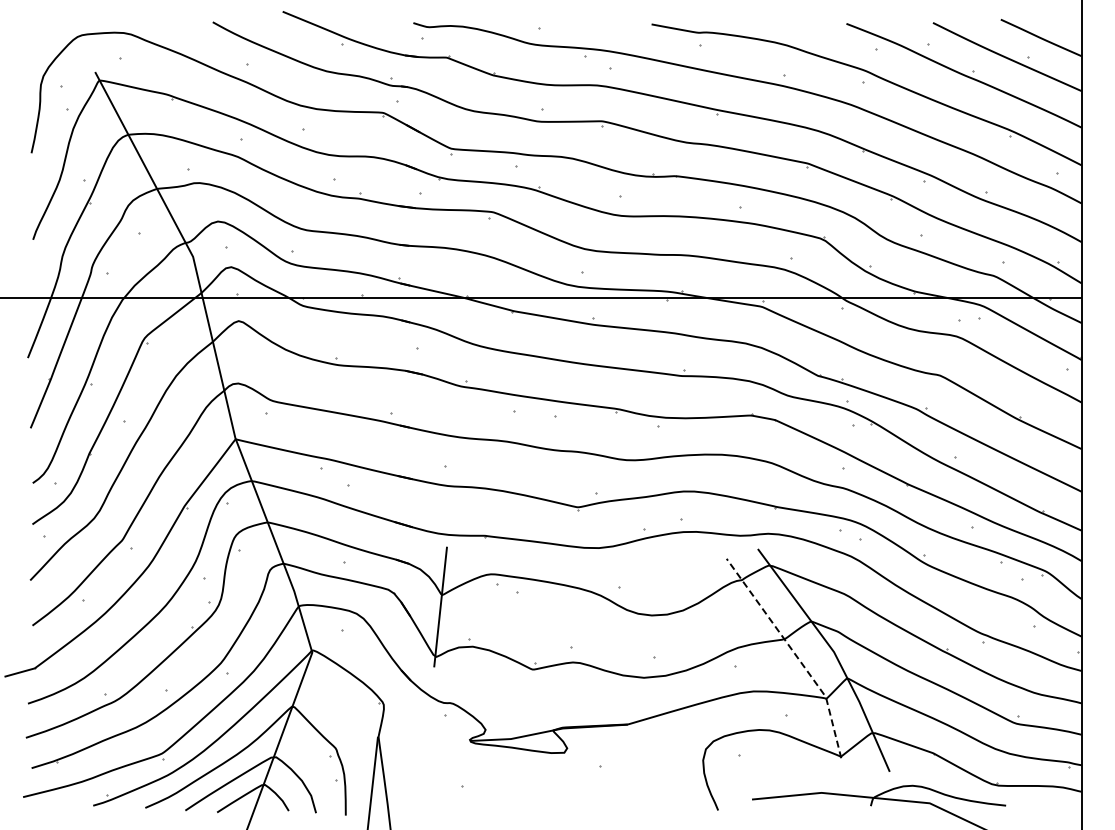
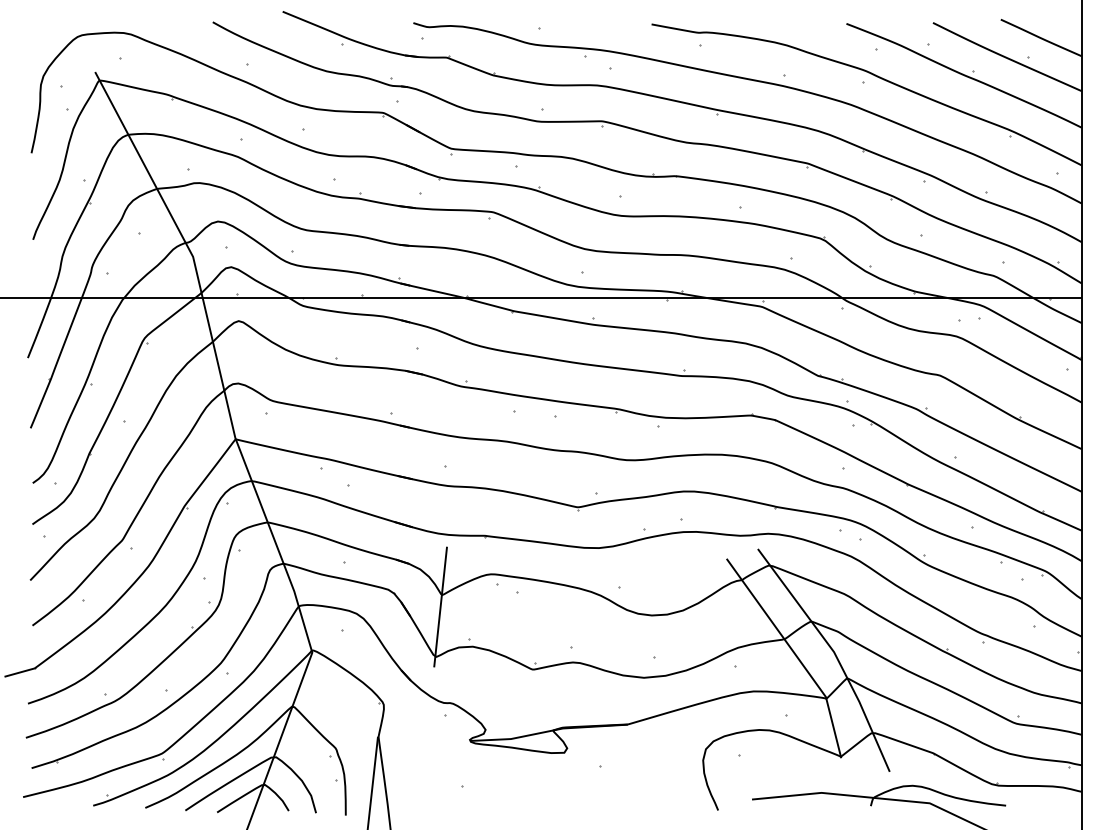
line at (795, 654): dashed -> solid
